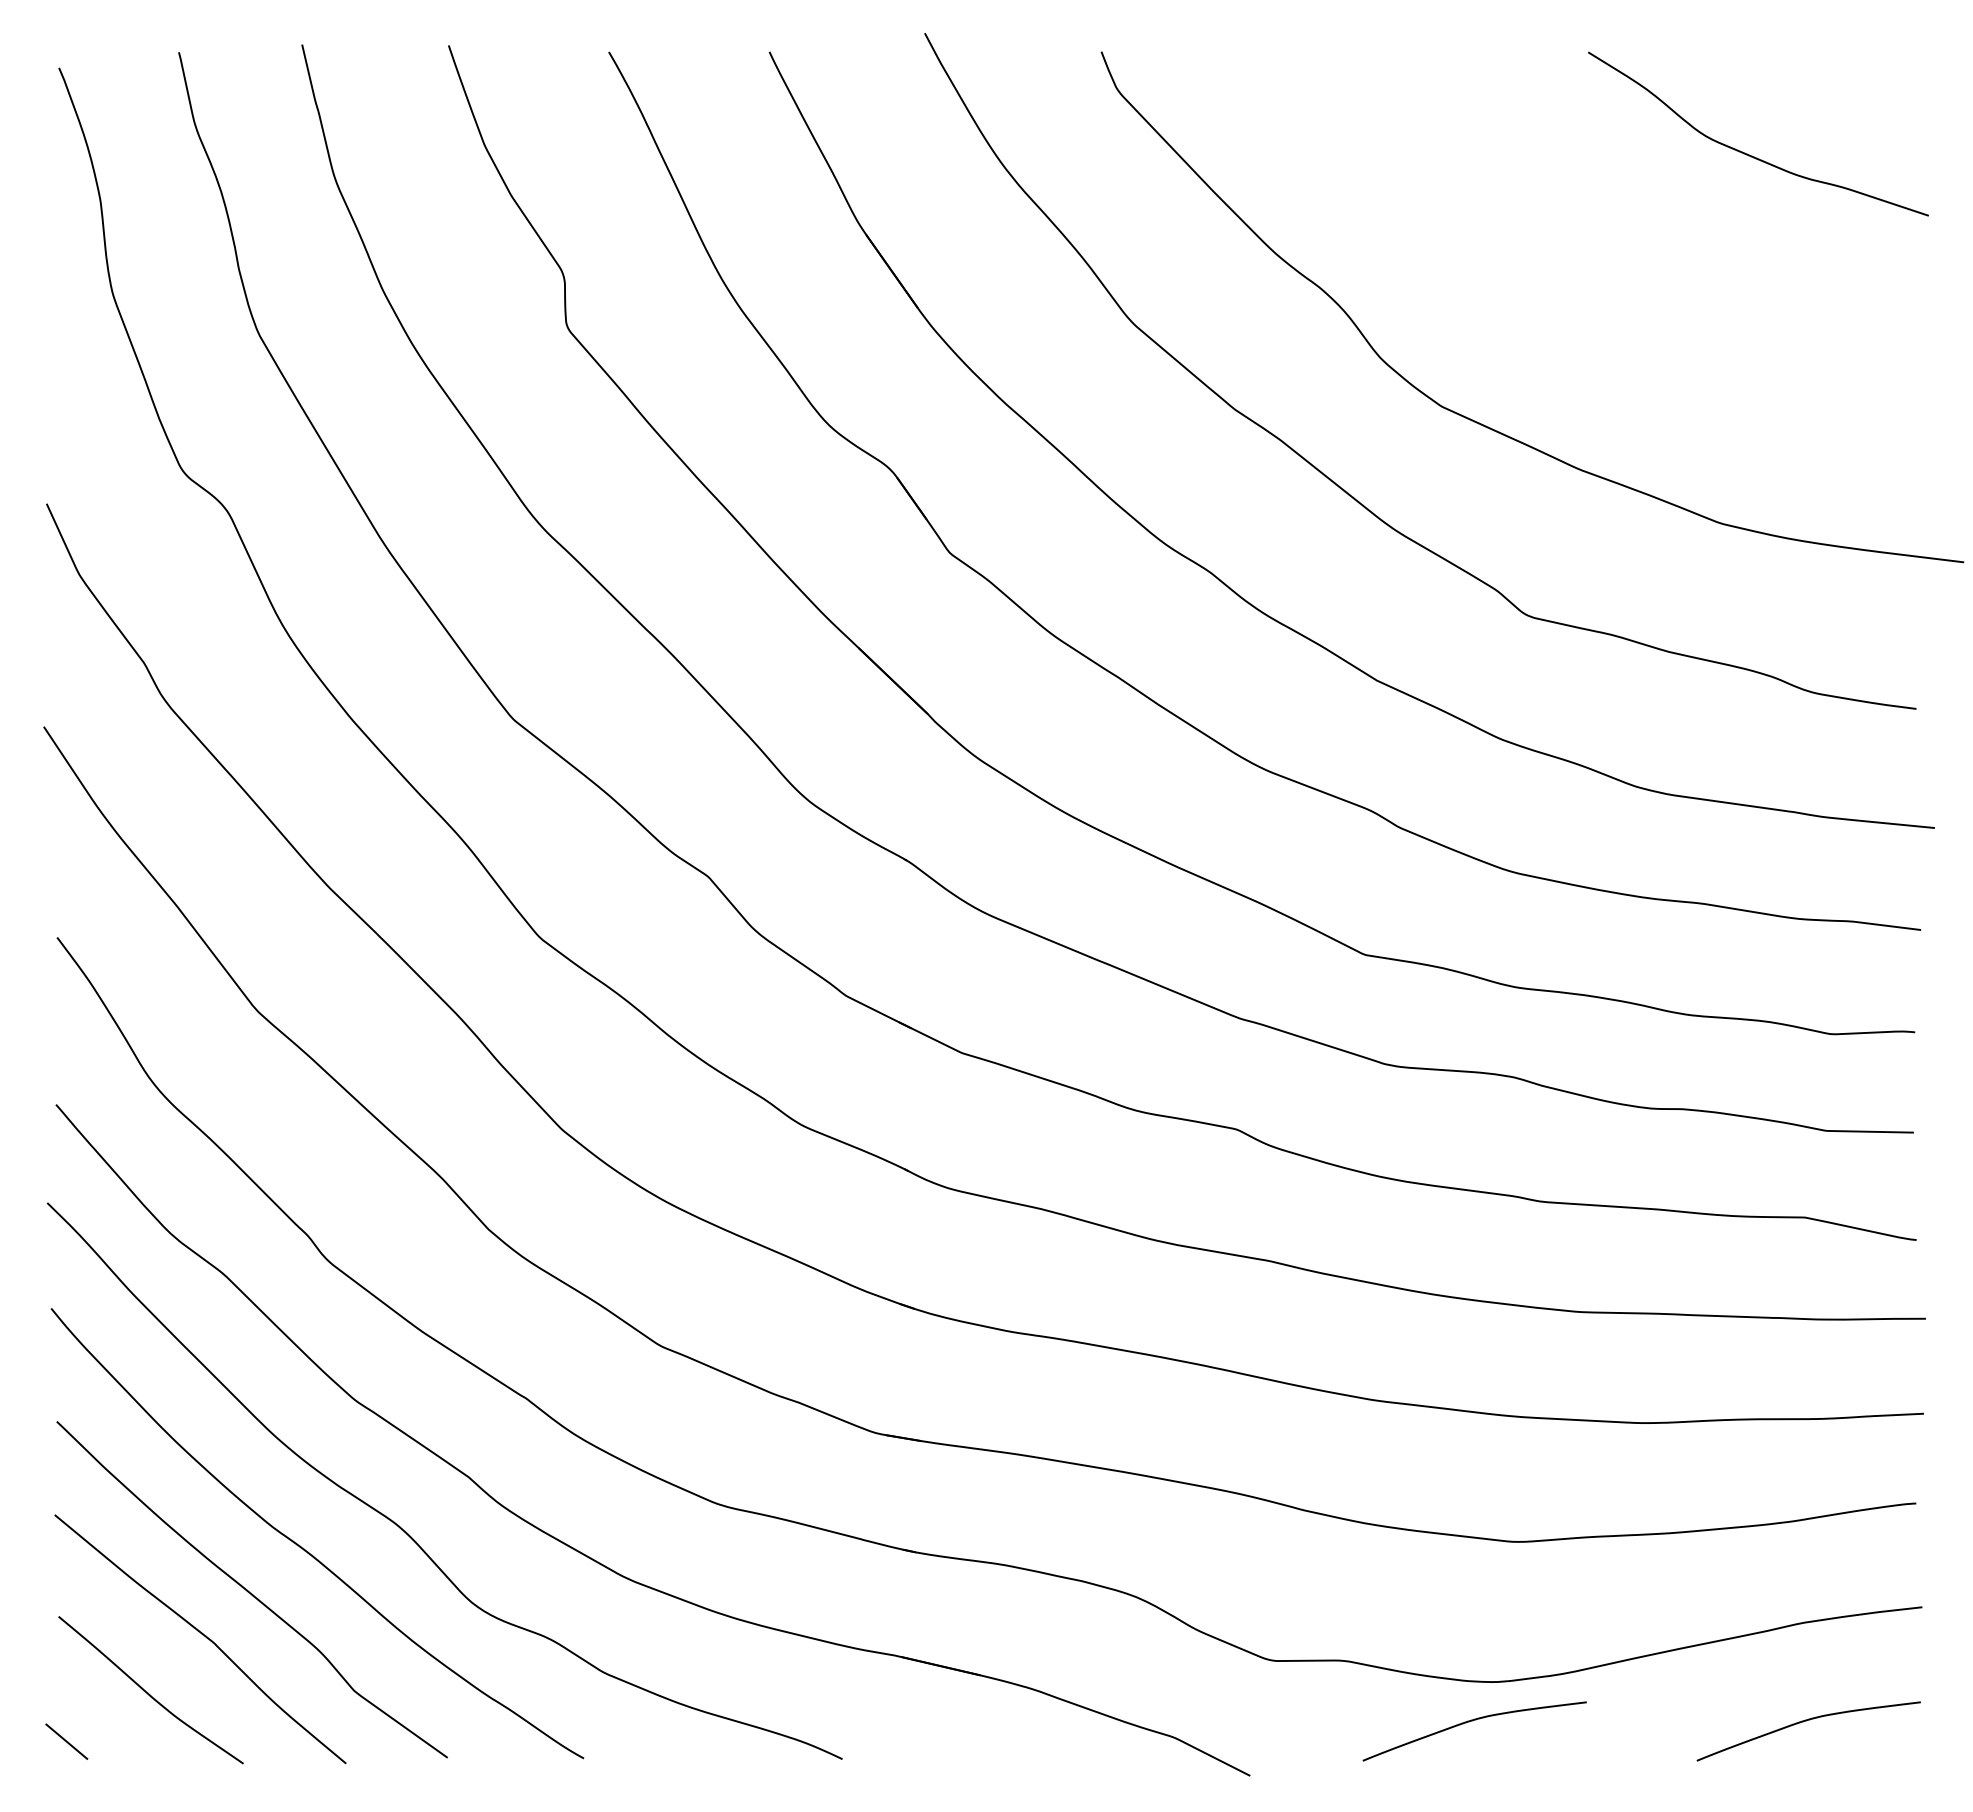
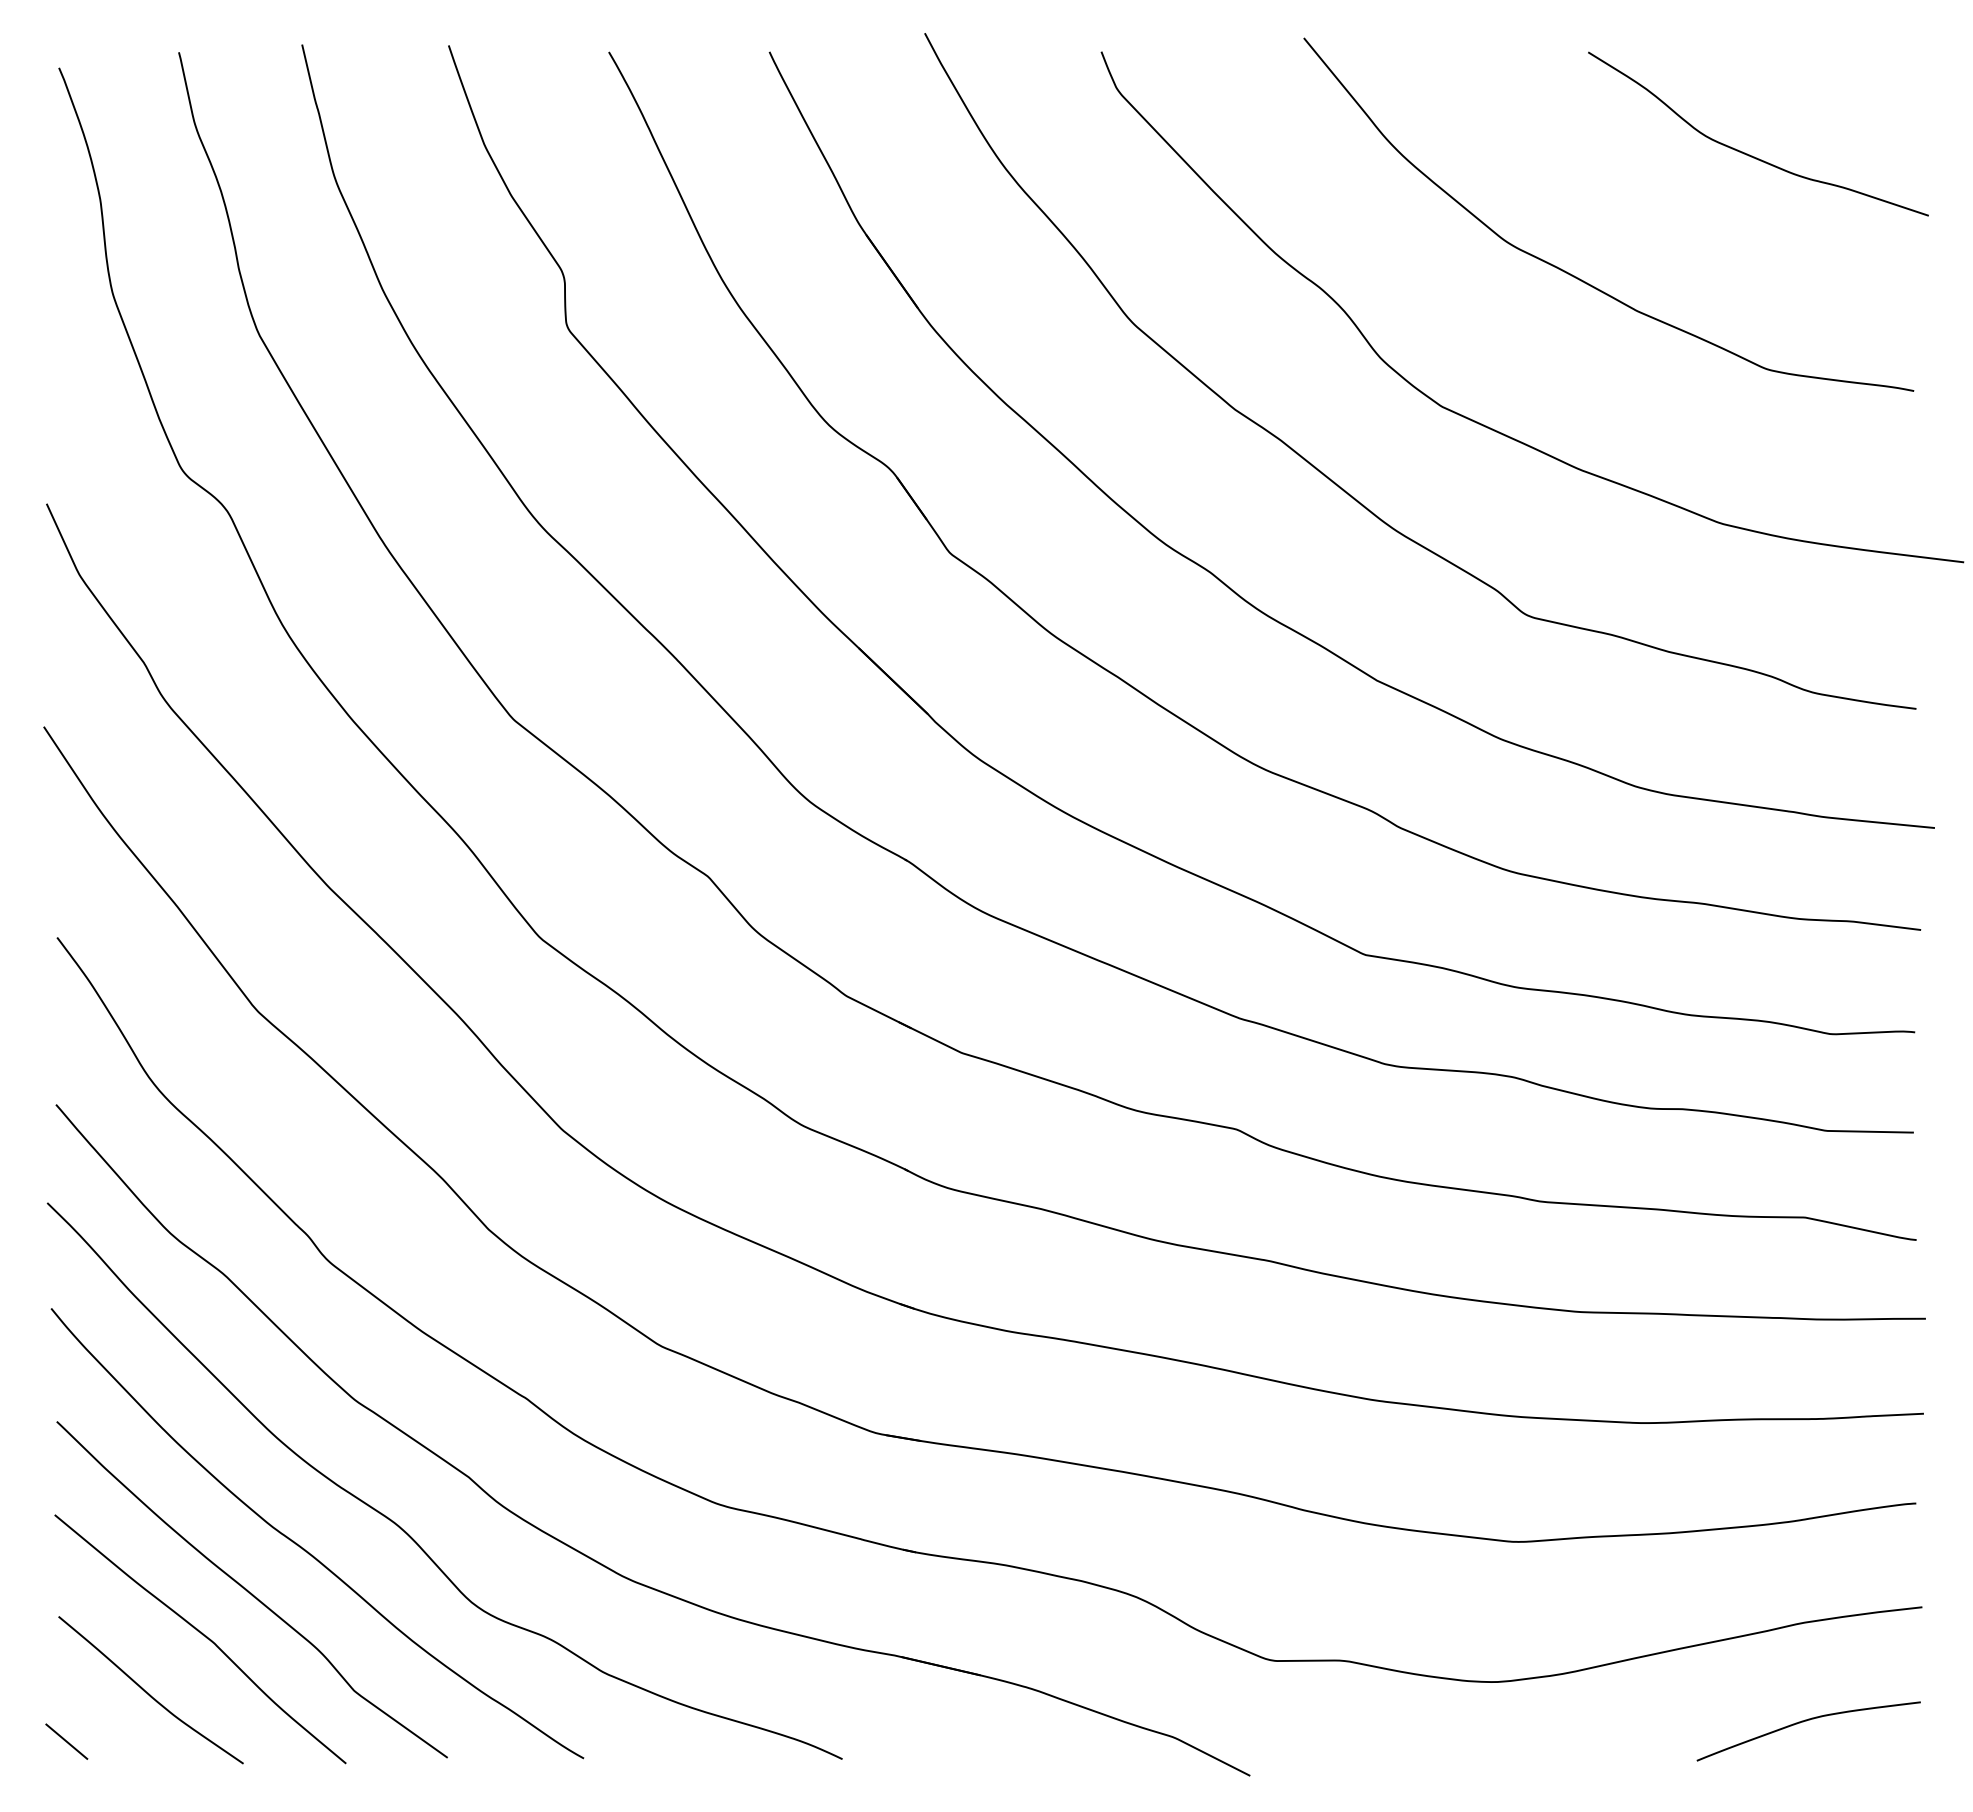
curve at (1576, 276): none -> present
curve at (1472, 1721): present -> none
